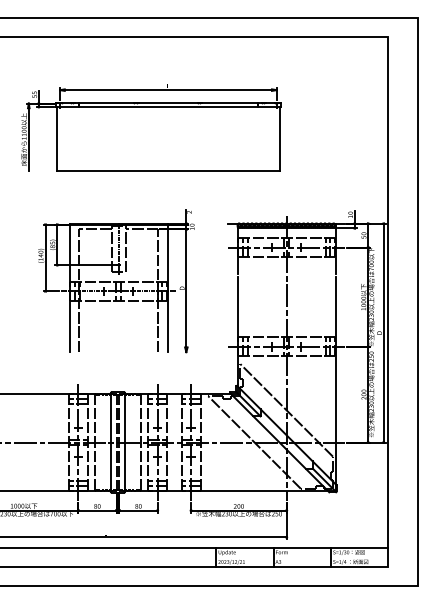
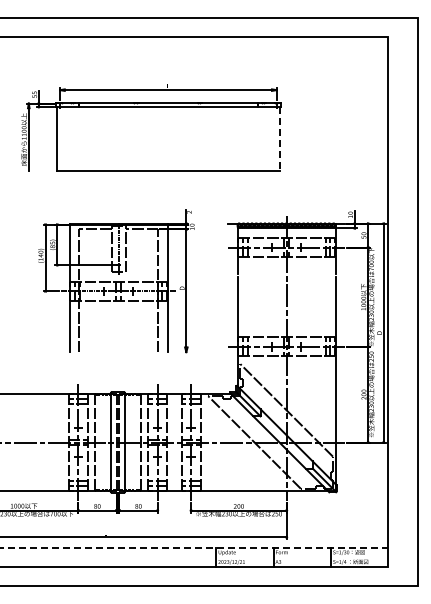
line at (280, 139): solid -> dashed
line at (194, 547): solid -> dashed
